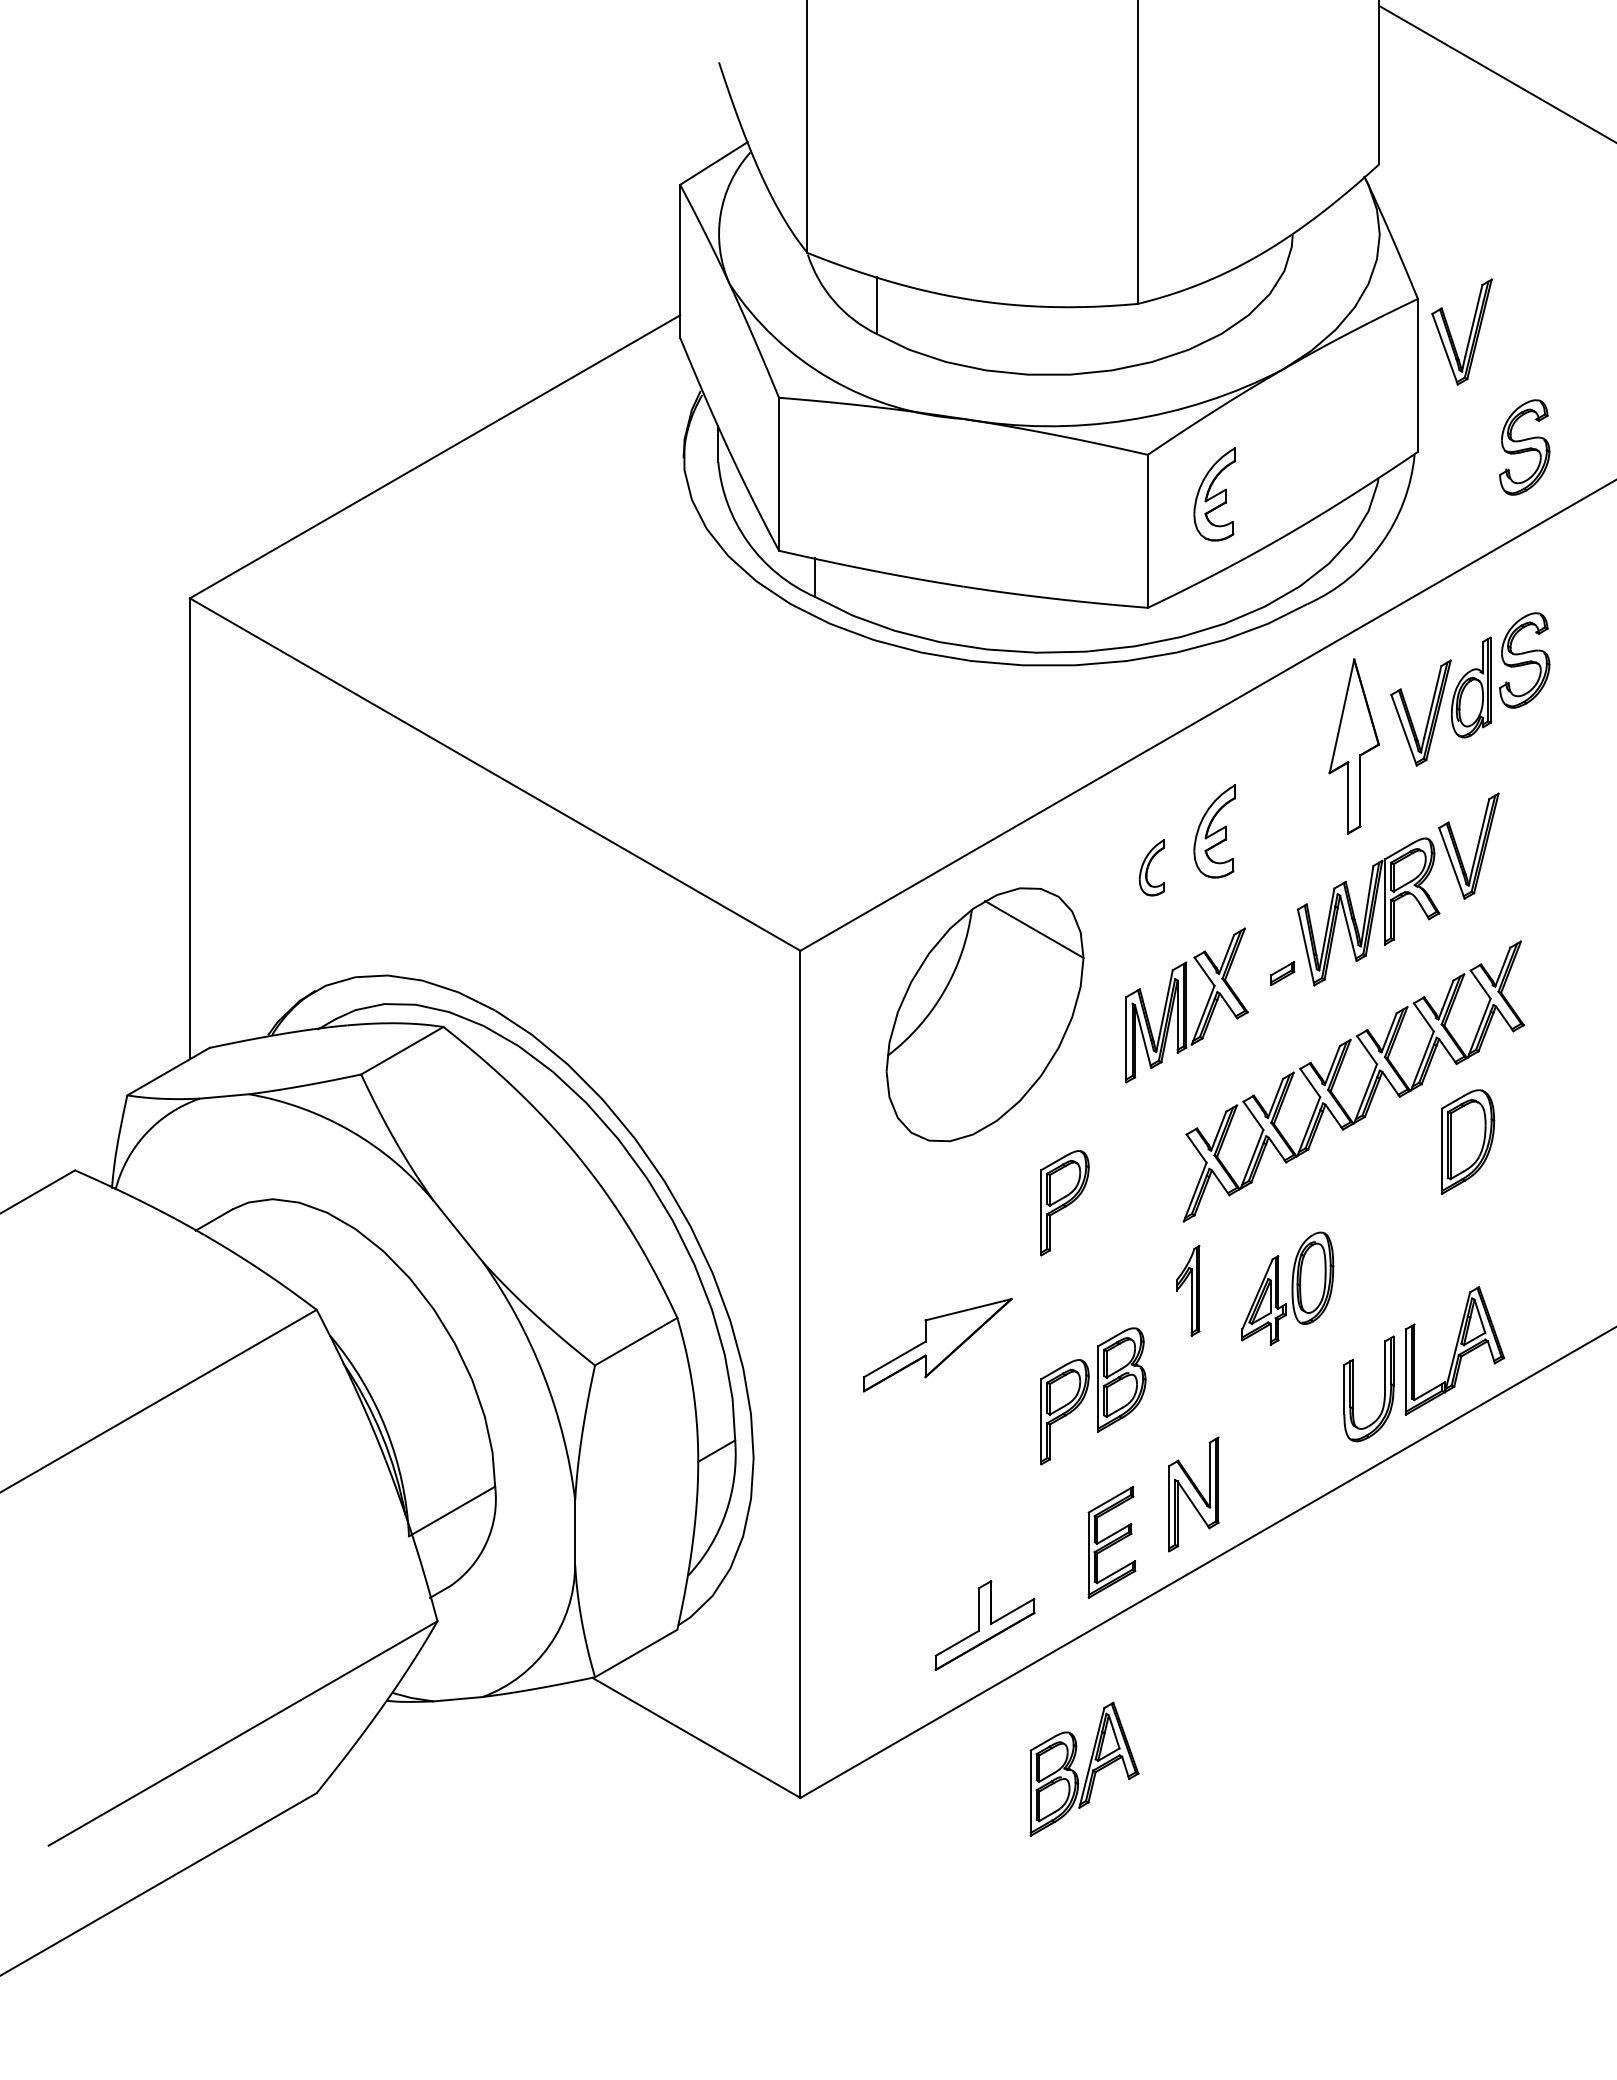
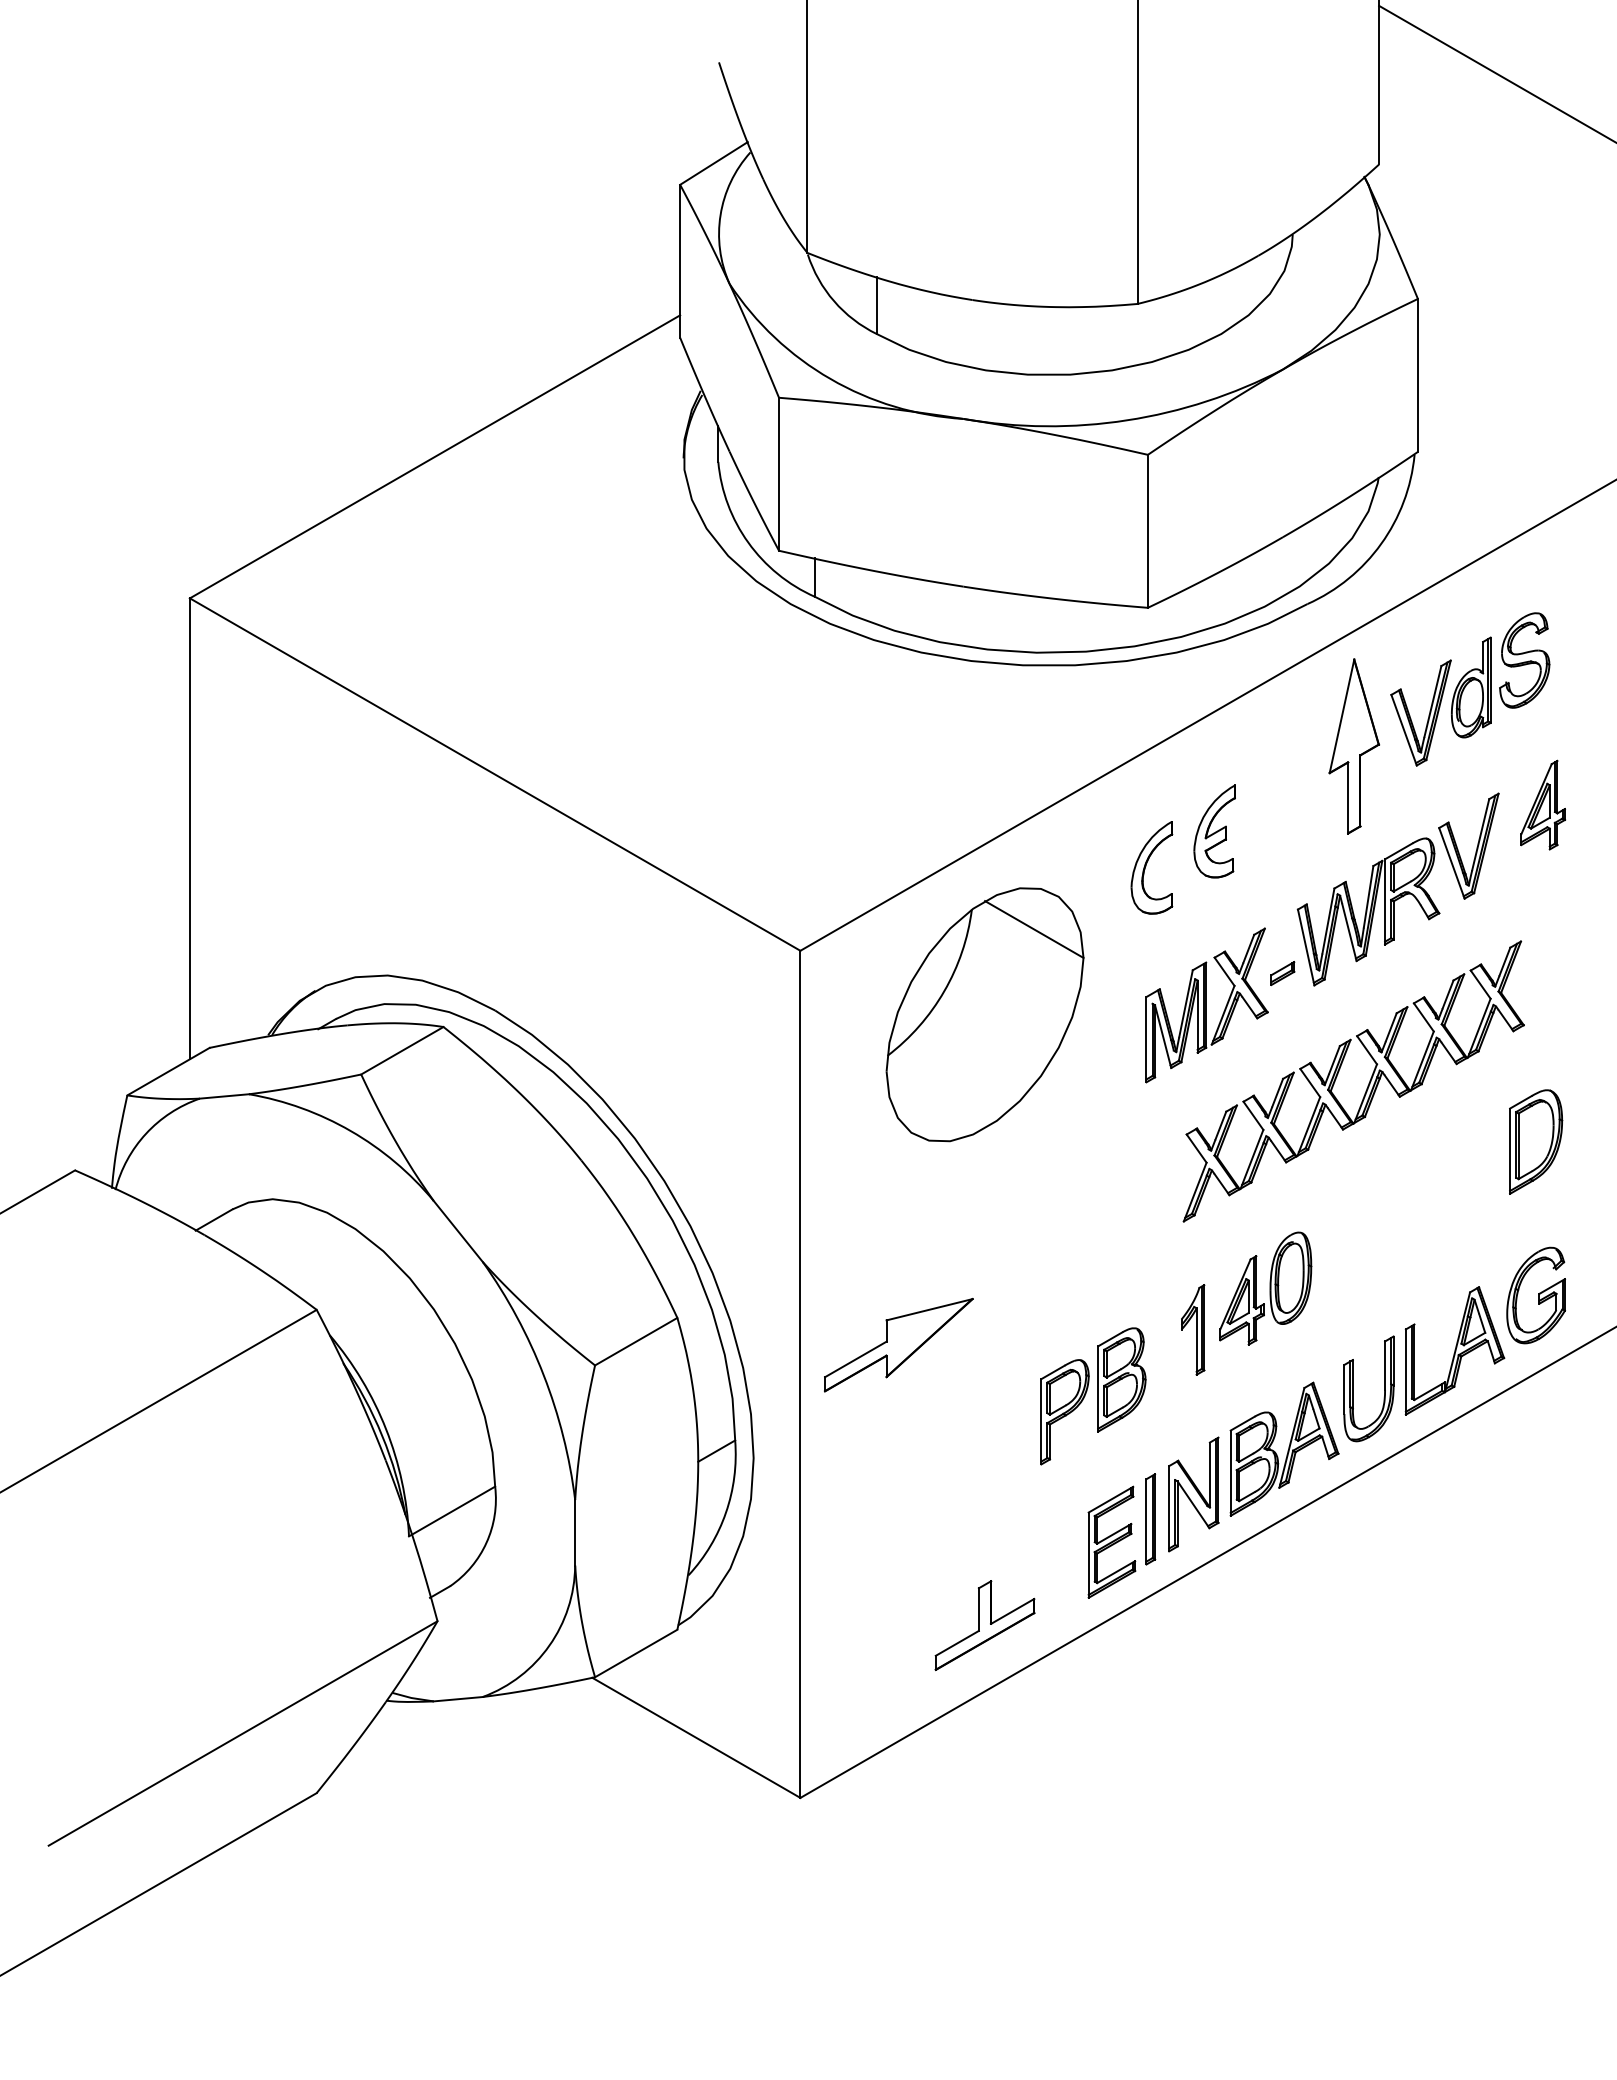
part at (1469, 333): present -> none
part at (1524, 447): present -> none
part at (1214, 494): present -> none
part at (1542, 804): none -> present
part at (1151, 867) size: 28x58 px -> 44x94 px
part at (1186, 1005) position: (1186, 1005) -> (1206, 1005)
part at (1468, 1141) position: (1468, 1141) -> (1536, 1141)
part at (1064, 1203): present -> none
part at (1287, 1288) position: (1287, 1288) -> (1265, 1288)
part at (1188, 1290) position: (1188, 1290) -> (1193, 1329)
part at (1535, 1295): none -> present
part at (937, 1345) position: (937, 1345) -> (898, 1345)
part at (1150, 1519): none -> present
part at (1084, 1768) position: (1084, 1768) -> (1284, 1448)
